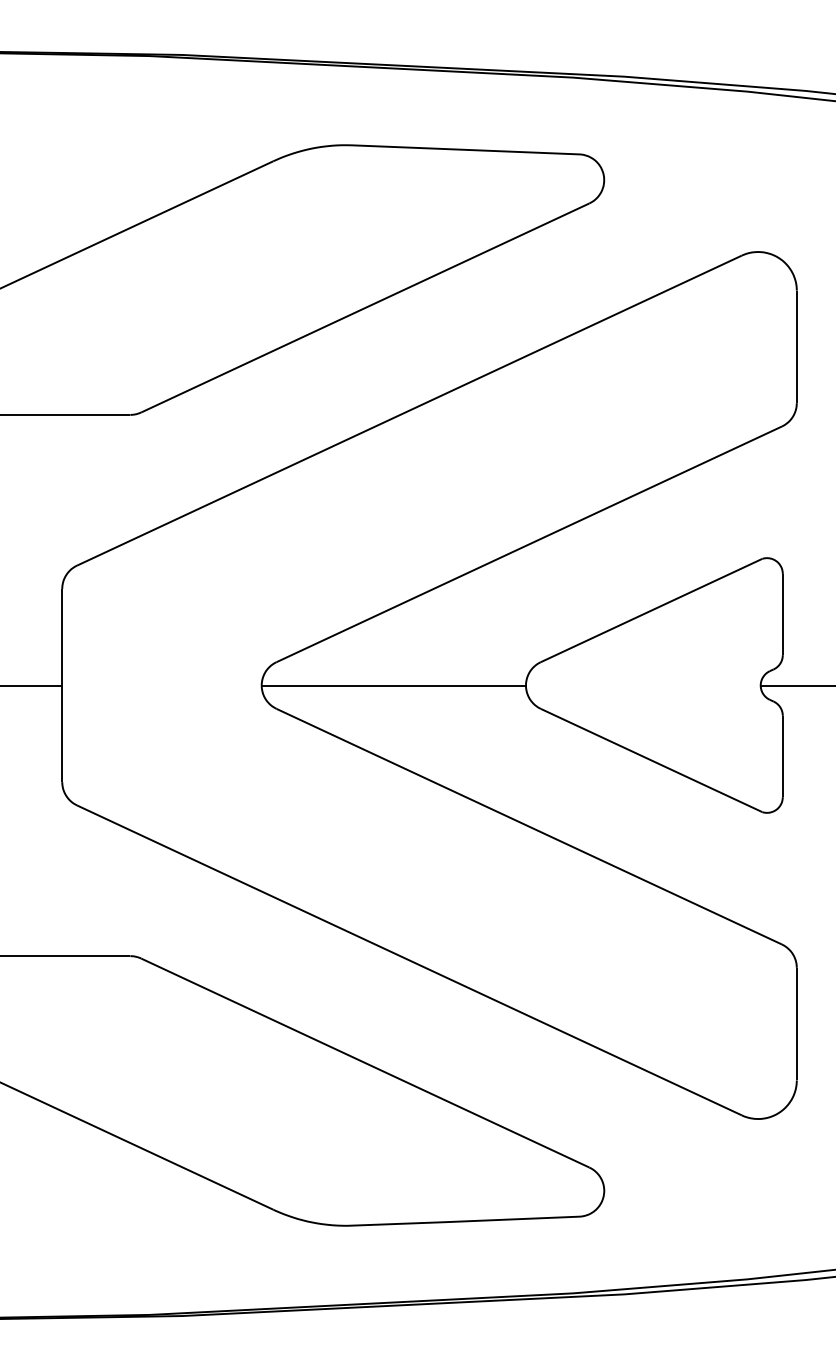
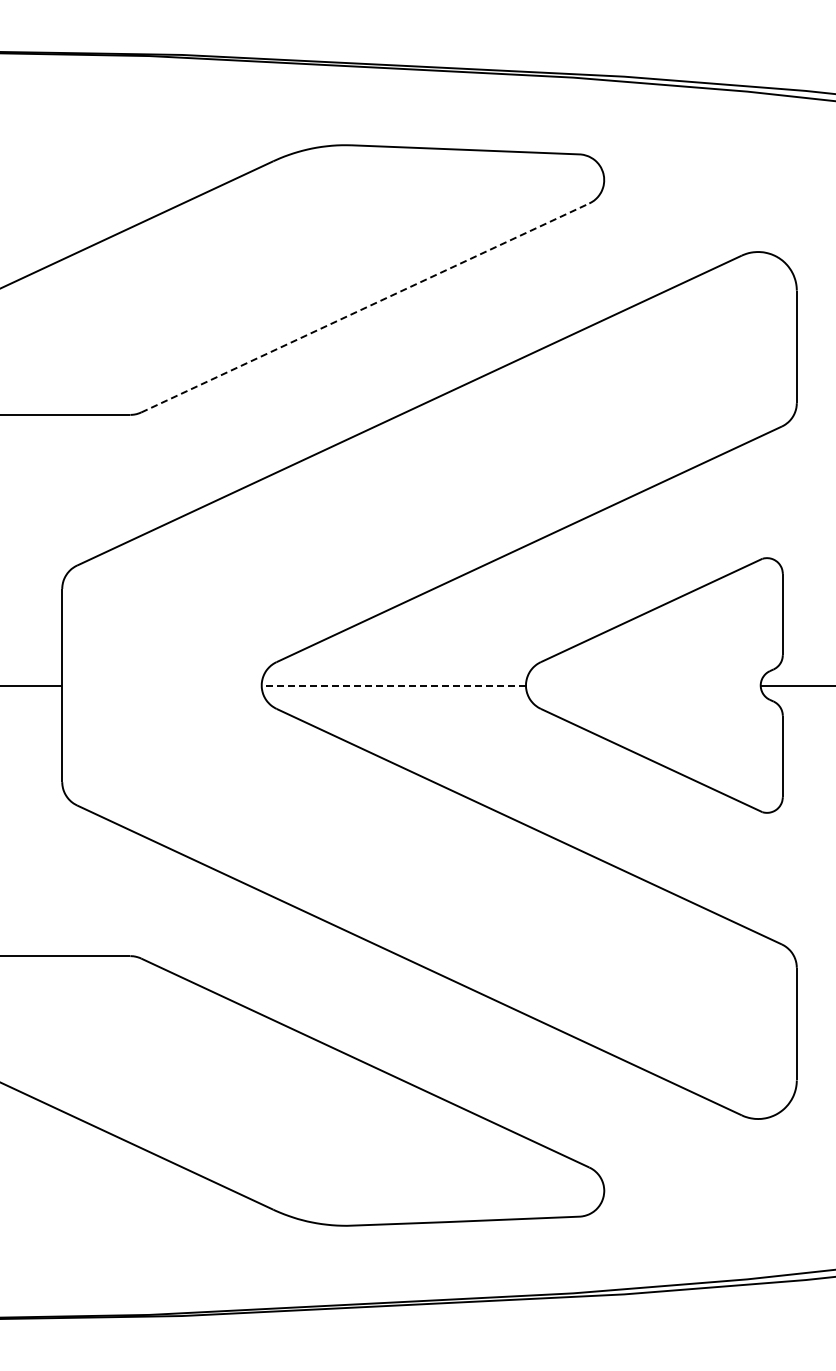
line at (365, 307): solid -> dashed
line at (393, 685): solid -> dashed
